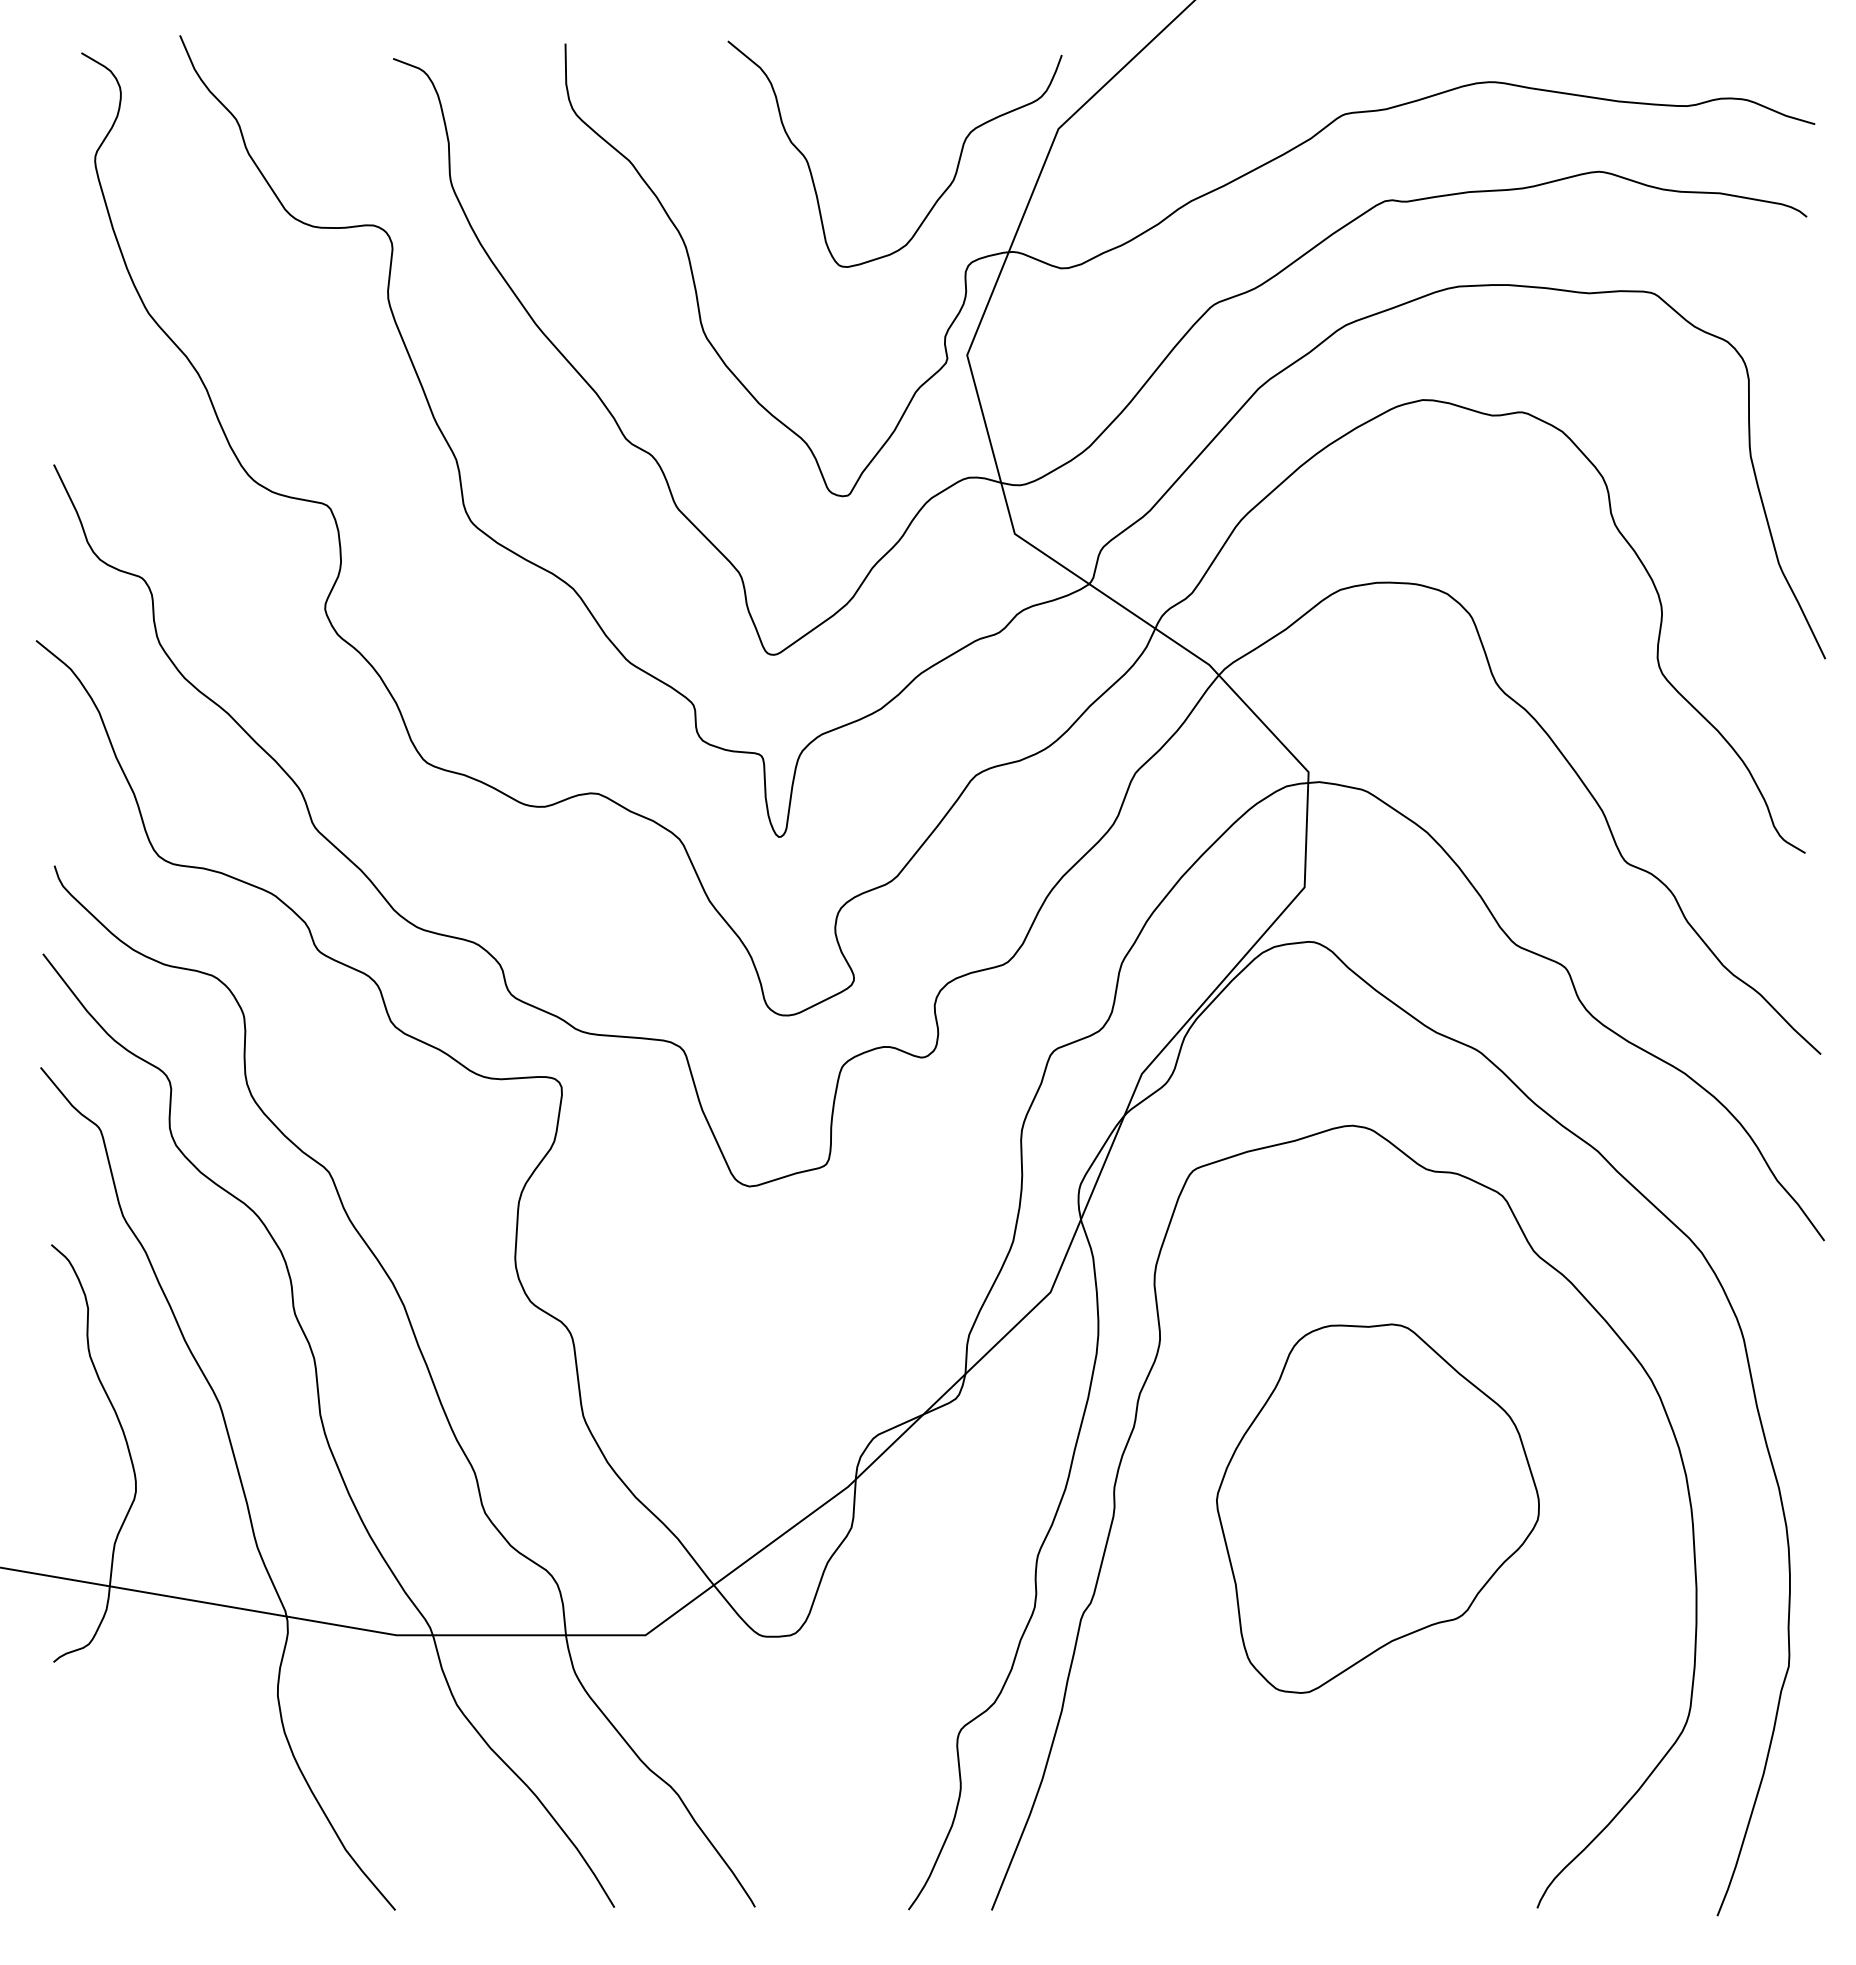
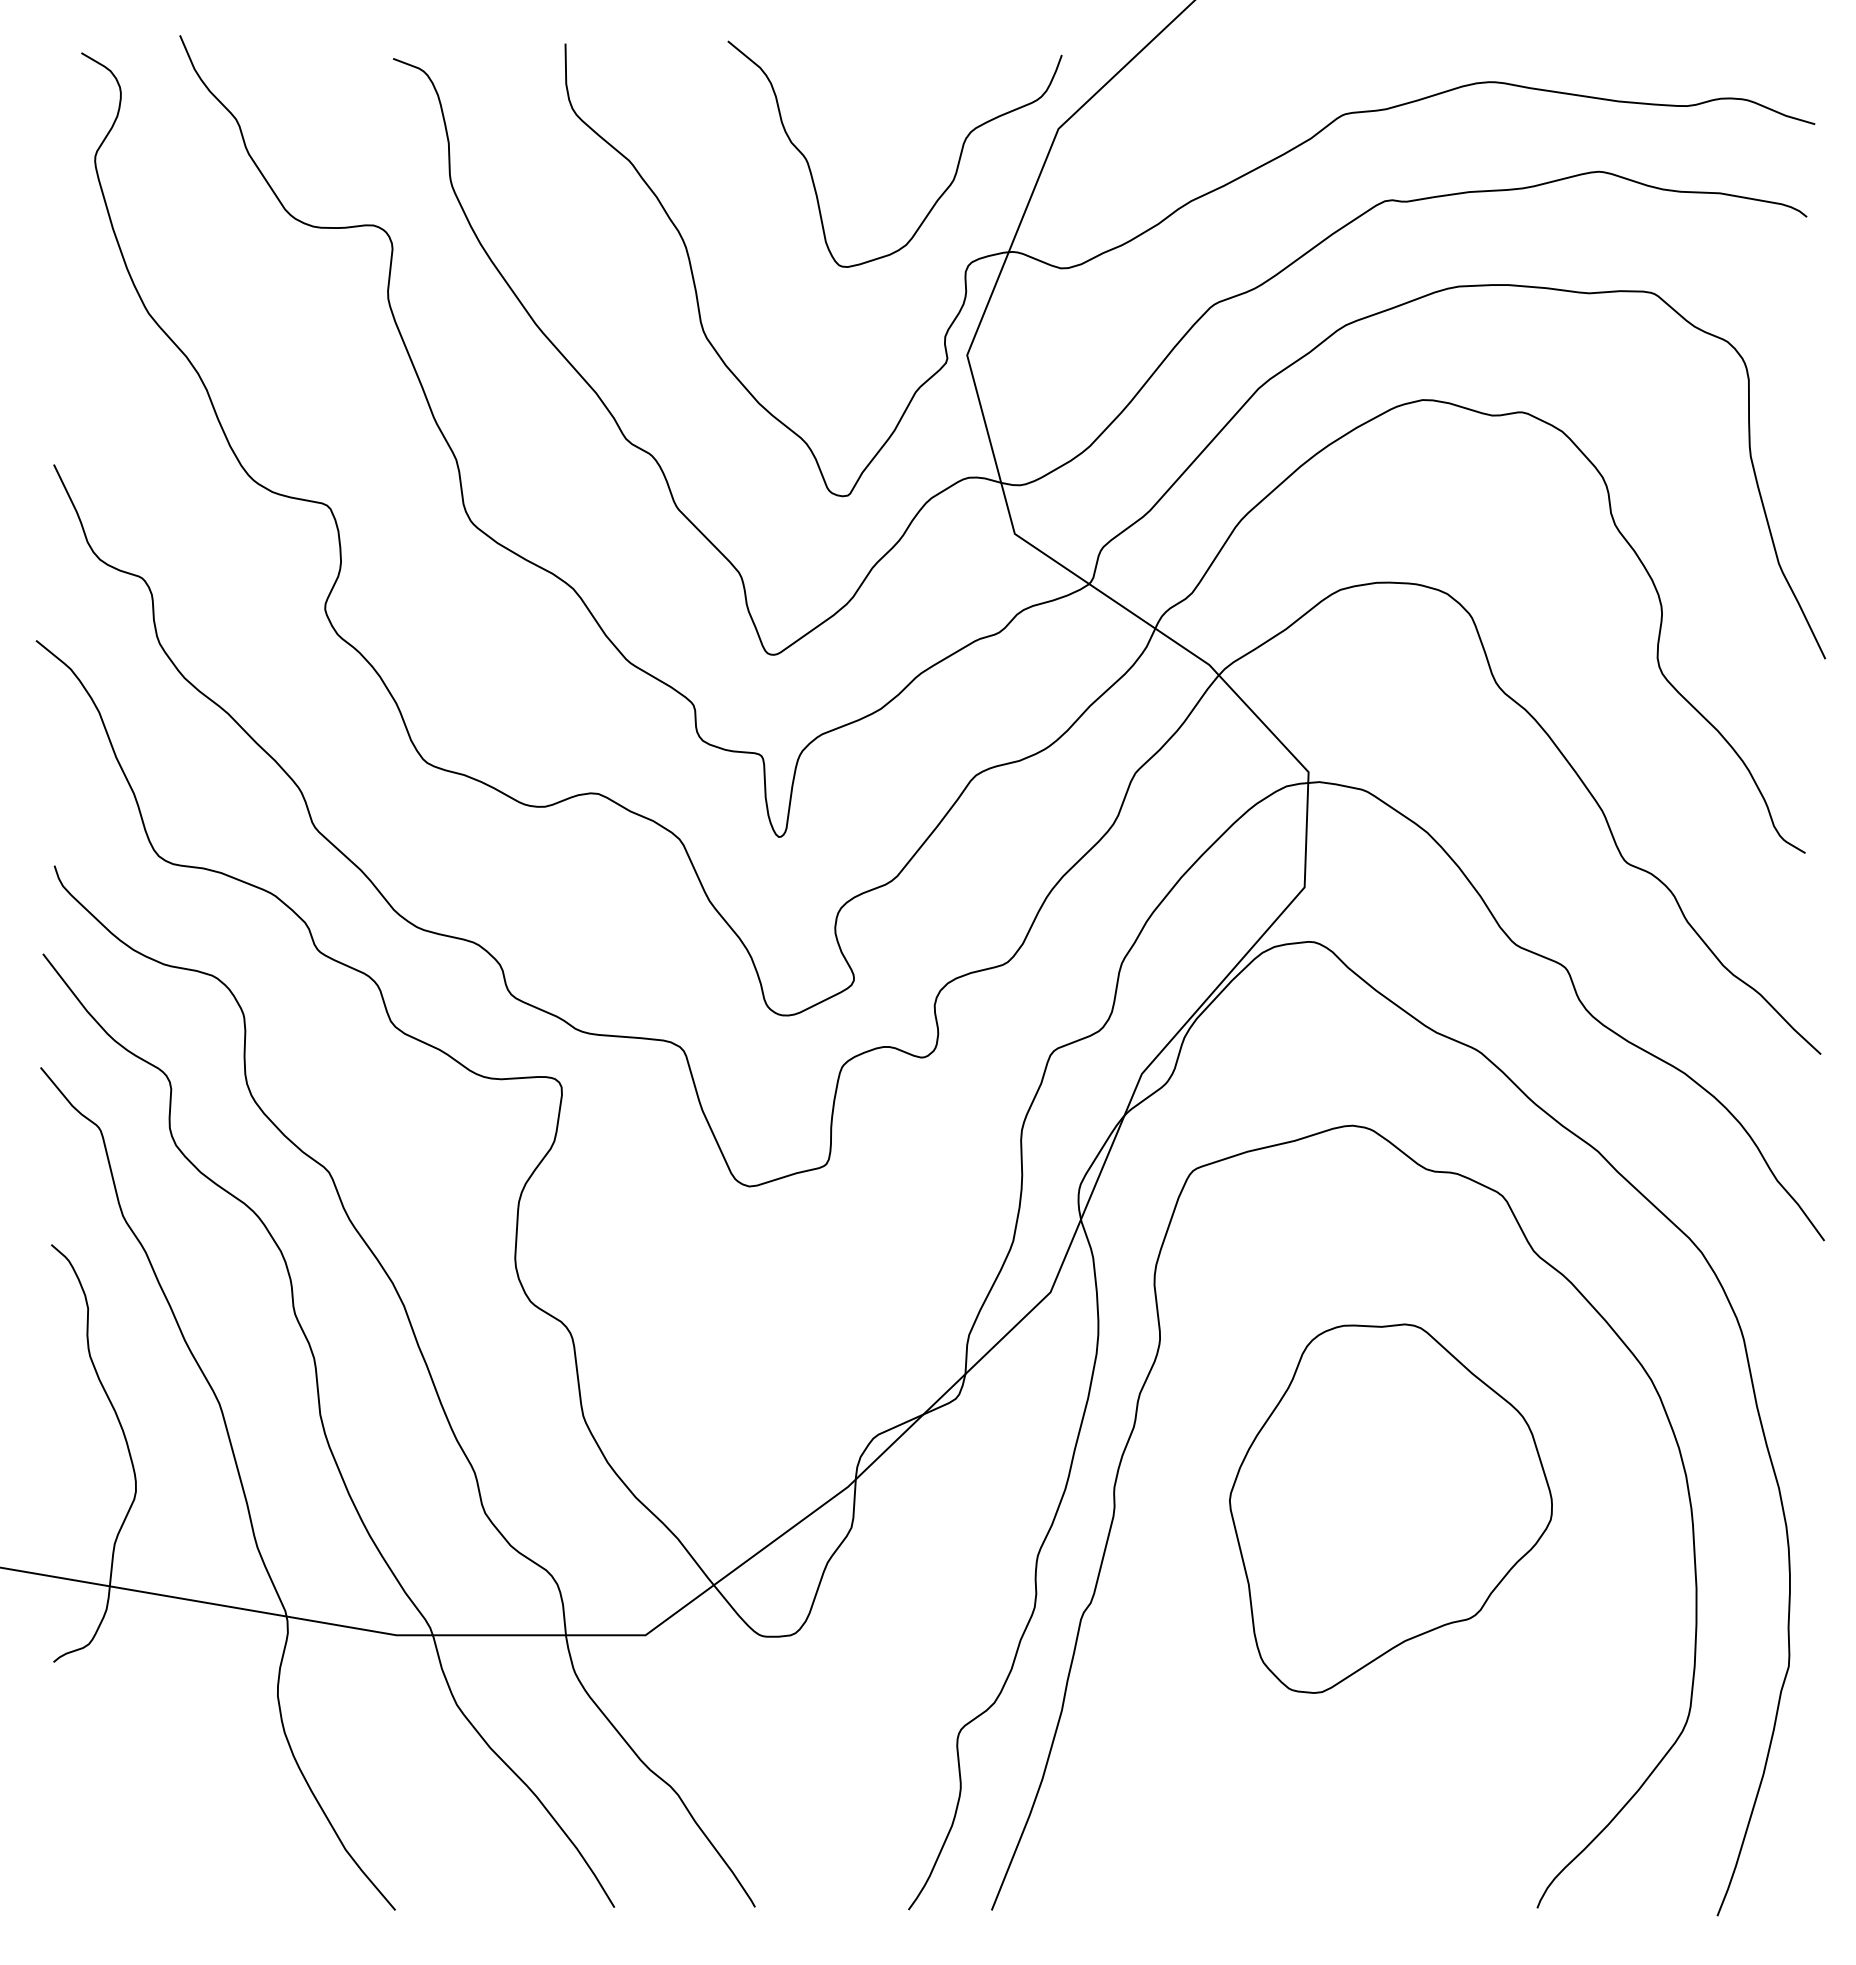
part at (1377, 1508) position: (1377, 1508) -> (1390, 1508)
